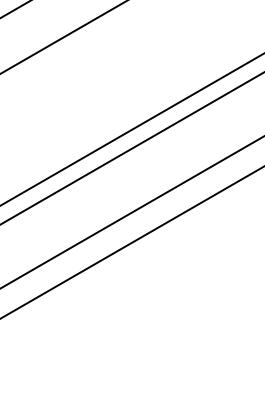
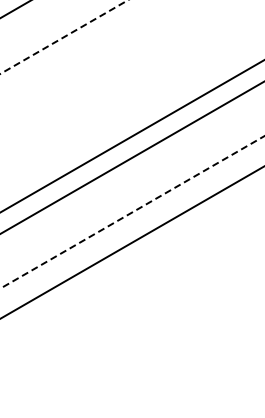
line at (64, 37): solid -> dashed
line at (131, 129) position: (131, 129) -> (131, 136)
line at (131, 148) position: (131, 148) -> (131, 157)
line at (132, 212): solid -> dashed
